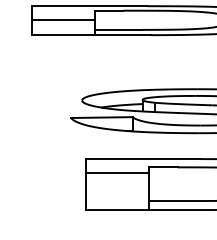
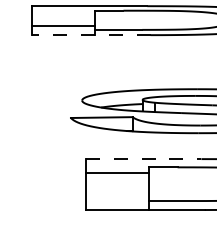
line at (62, 20) position: (62, 20) -> (62, 26)
line at (90, 35): solid -> dashed
line at (143, 159): solid -> dashed
